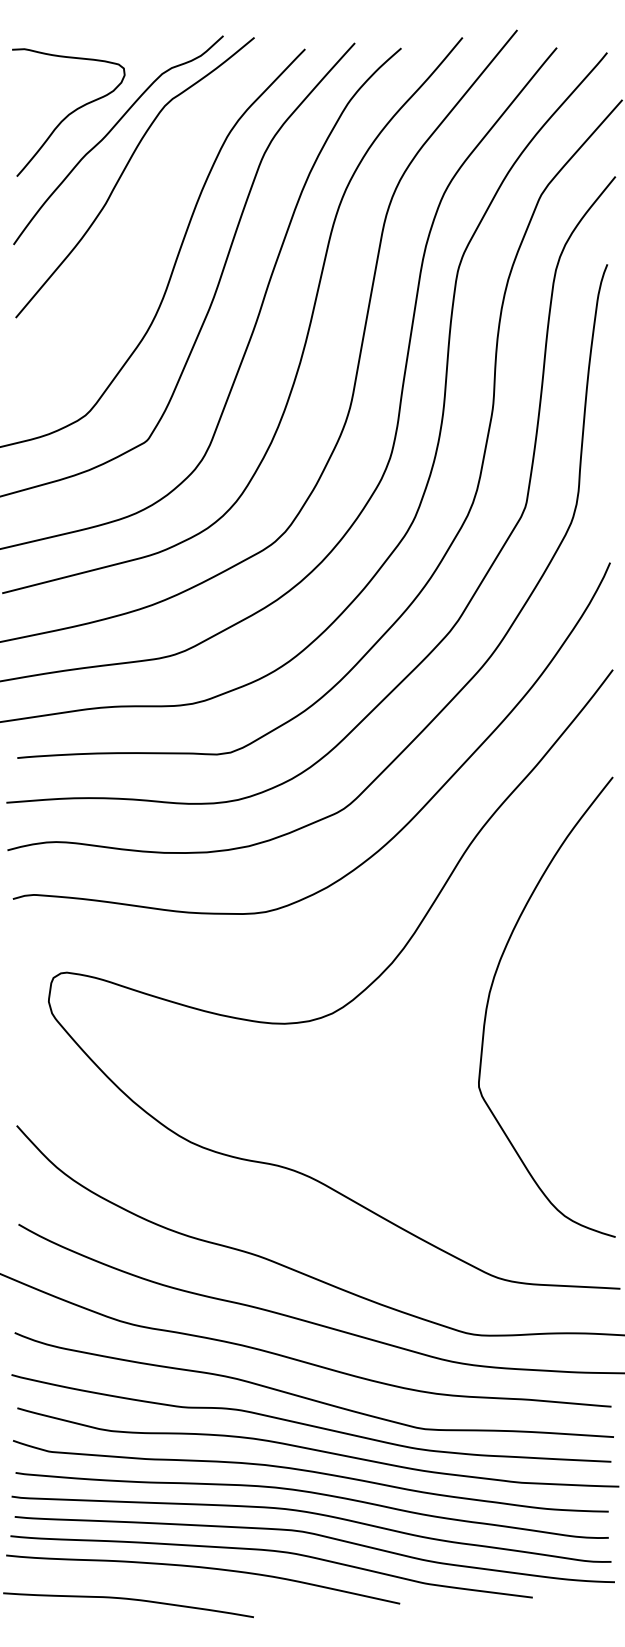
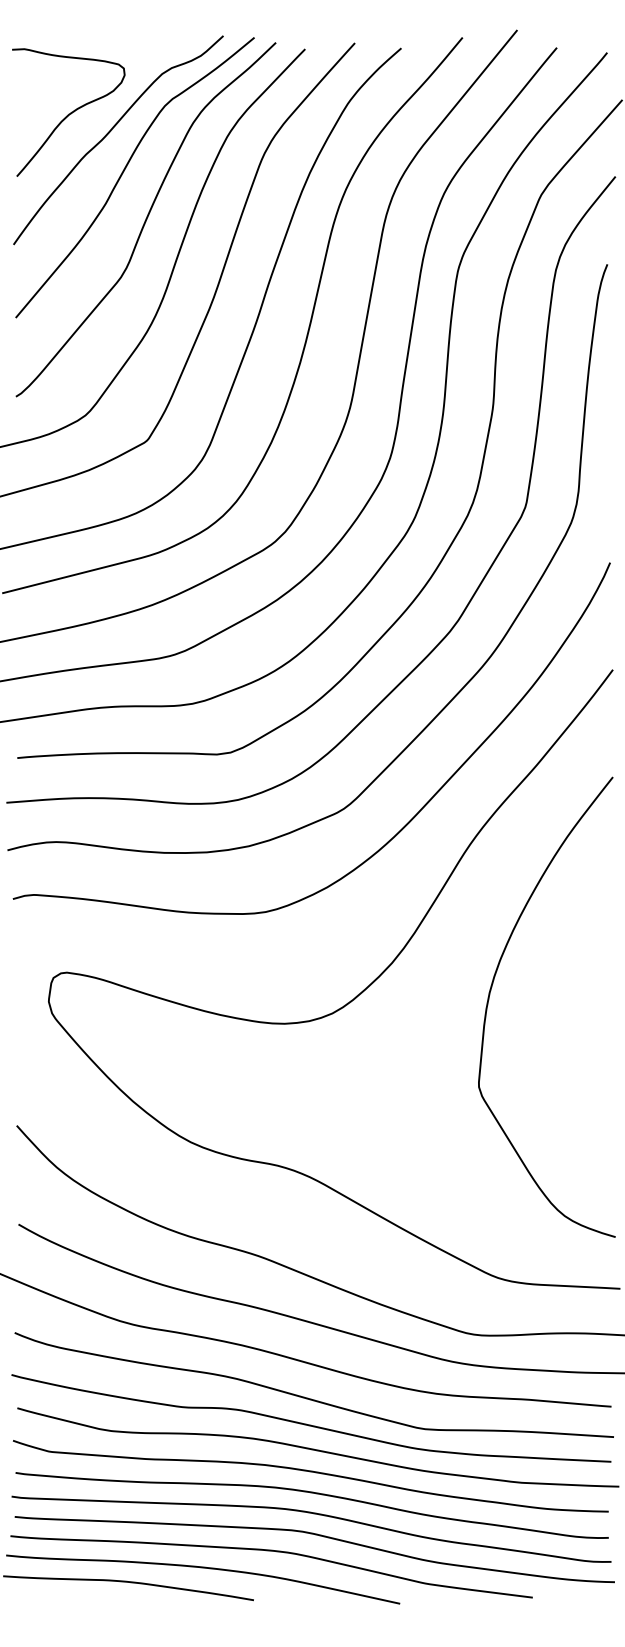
curve at (145, 219): none -> present
curve at (130, 1600) position: (130, 1600) -> (130, 1583)
